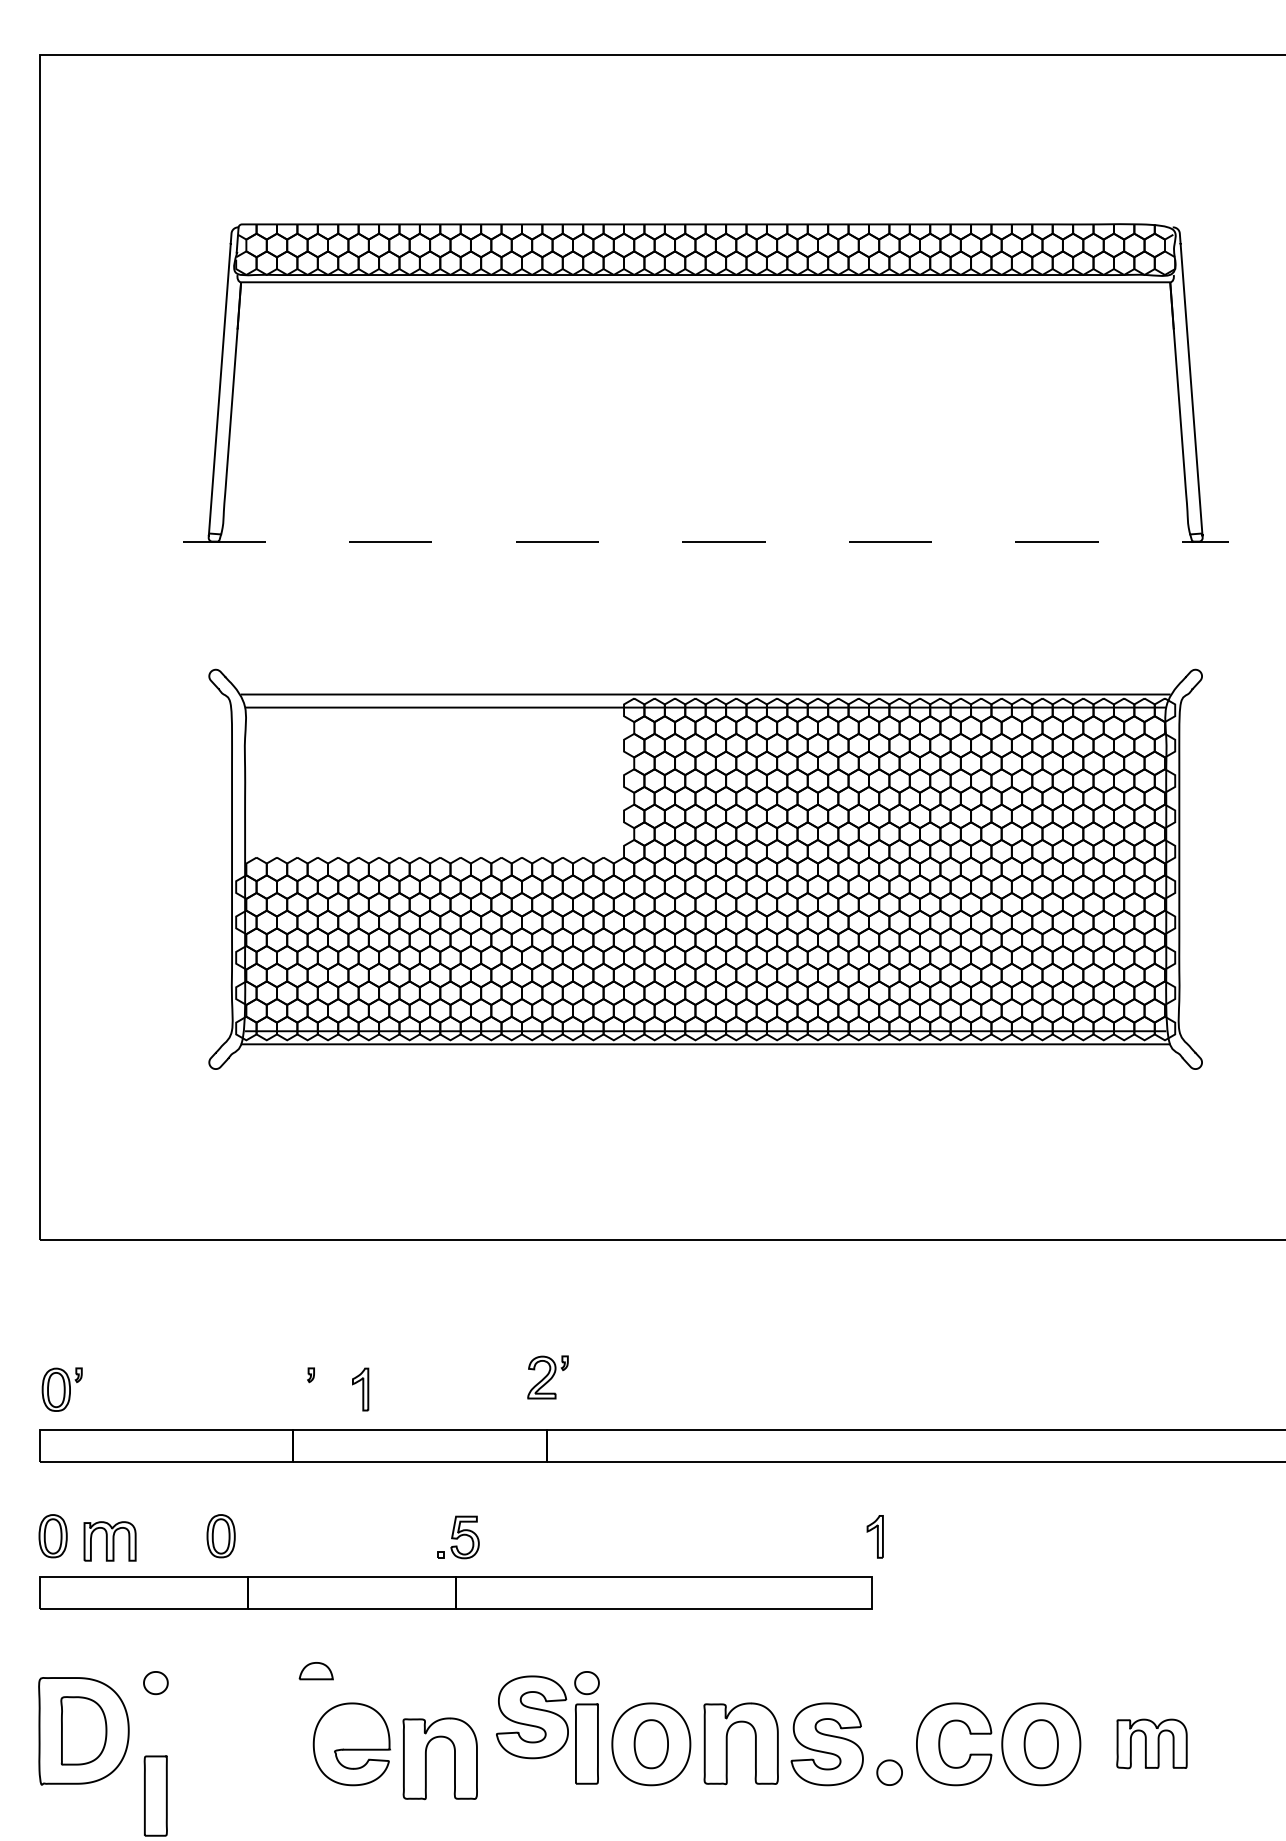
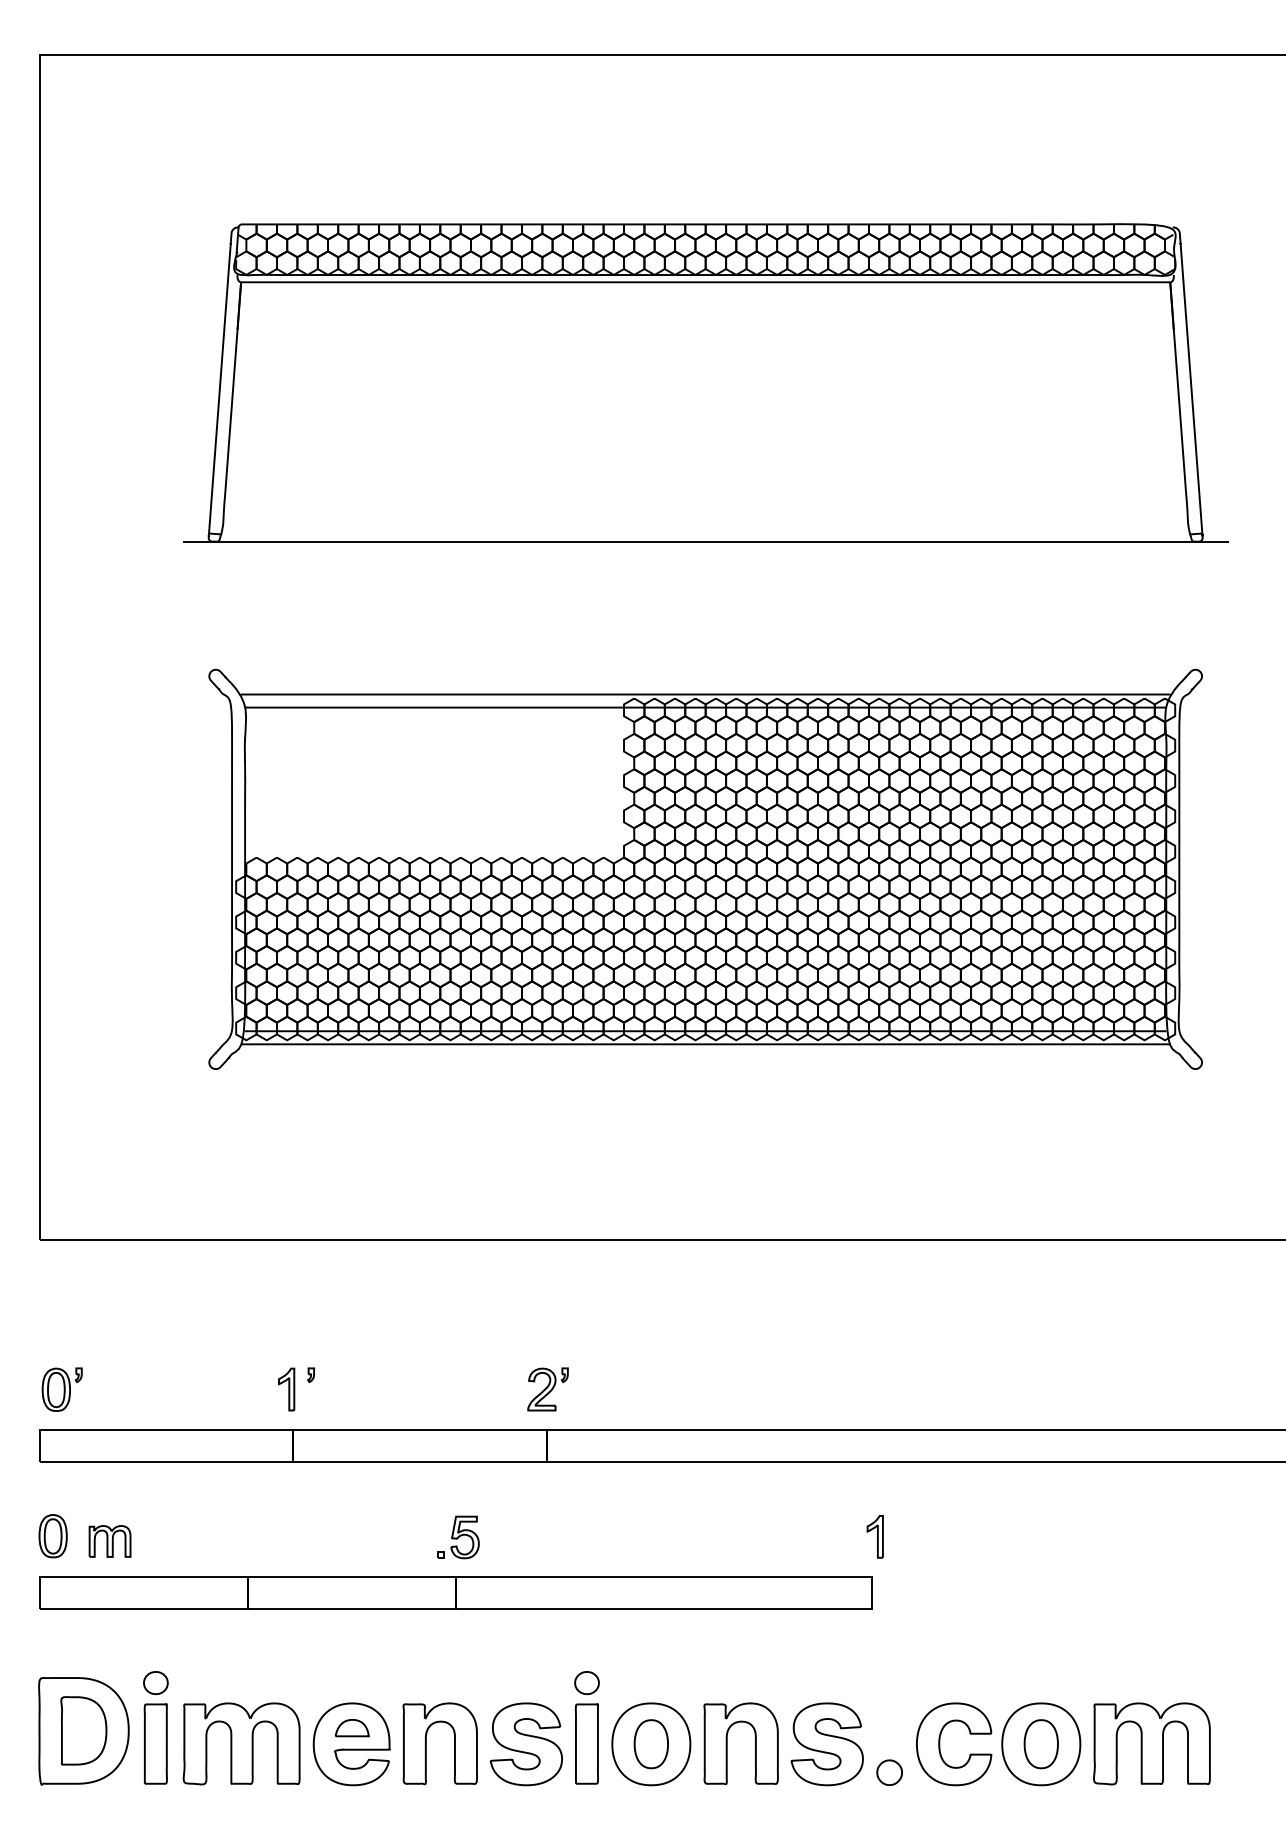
line at (705, 541): dashed -> solid
part at (547, 1377) position: (547, 1377) -> (547, 1389)
part at (360, 1389) position: (360, 1389) -> (286, 1389)
part at (220, 1536): present -> none
part at (109, 1541) size: 54x41 px -> 44x33 px
part at (315, 1671) position: (315, 1671) -> (351, 1728)
part at (532, 1717) position: (532, 1717) -> (526, 1744)
part at (241, 1743): none -> present
part at (1151, 1743) size: 72x52 px -> 118x84 px
part at (426, 1758) position: (426, 1758) -> (426, 1743)
part at (155, 1795) position: (155, 1795) -> (155, 1743)
